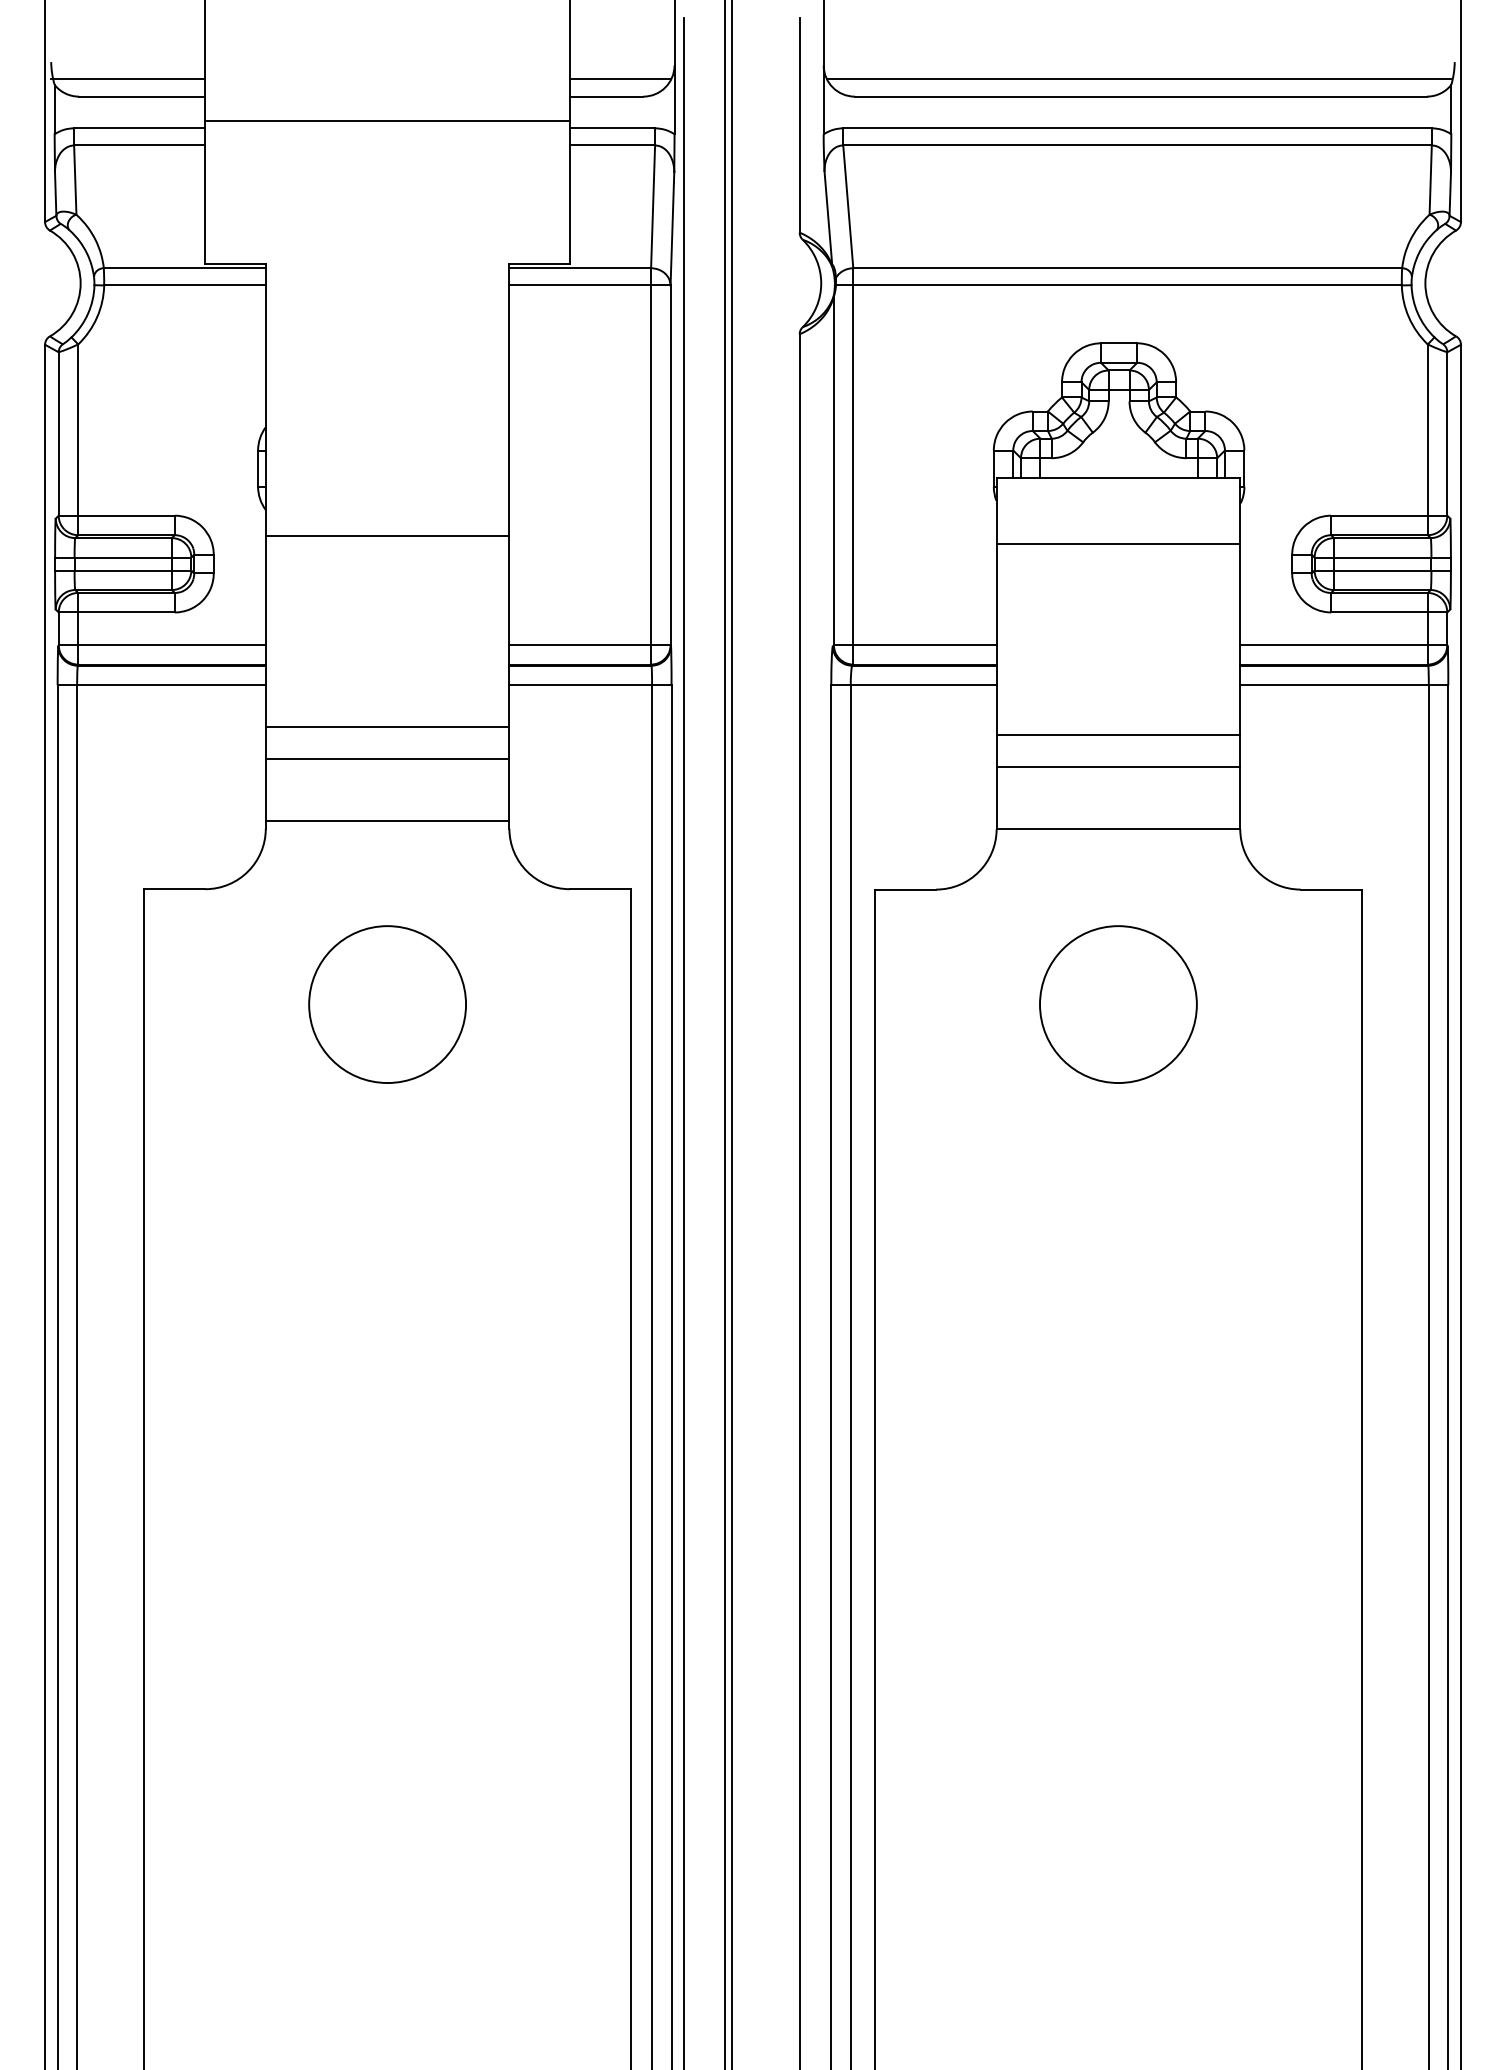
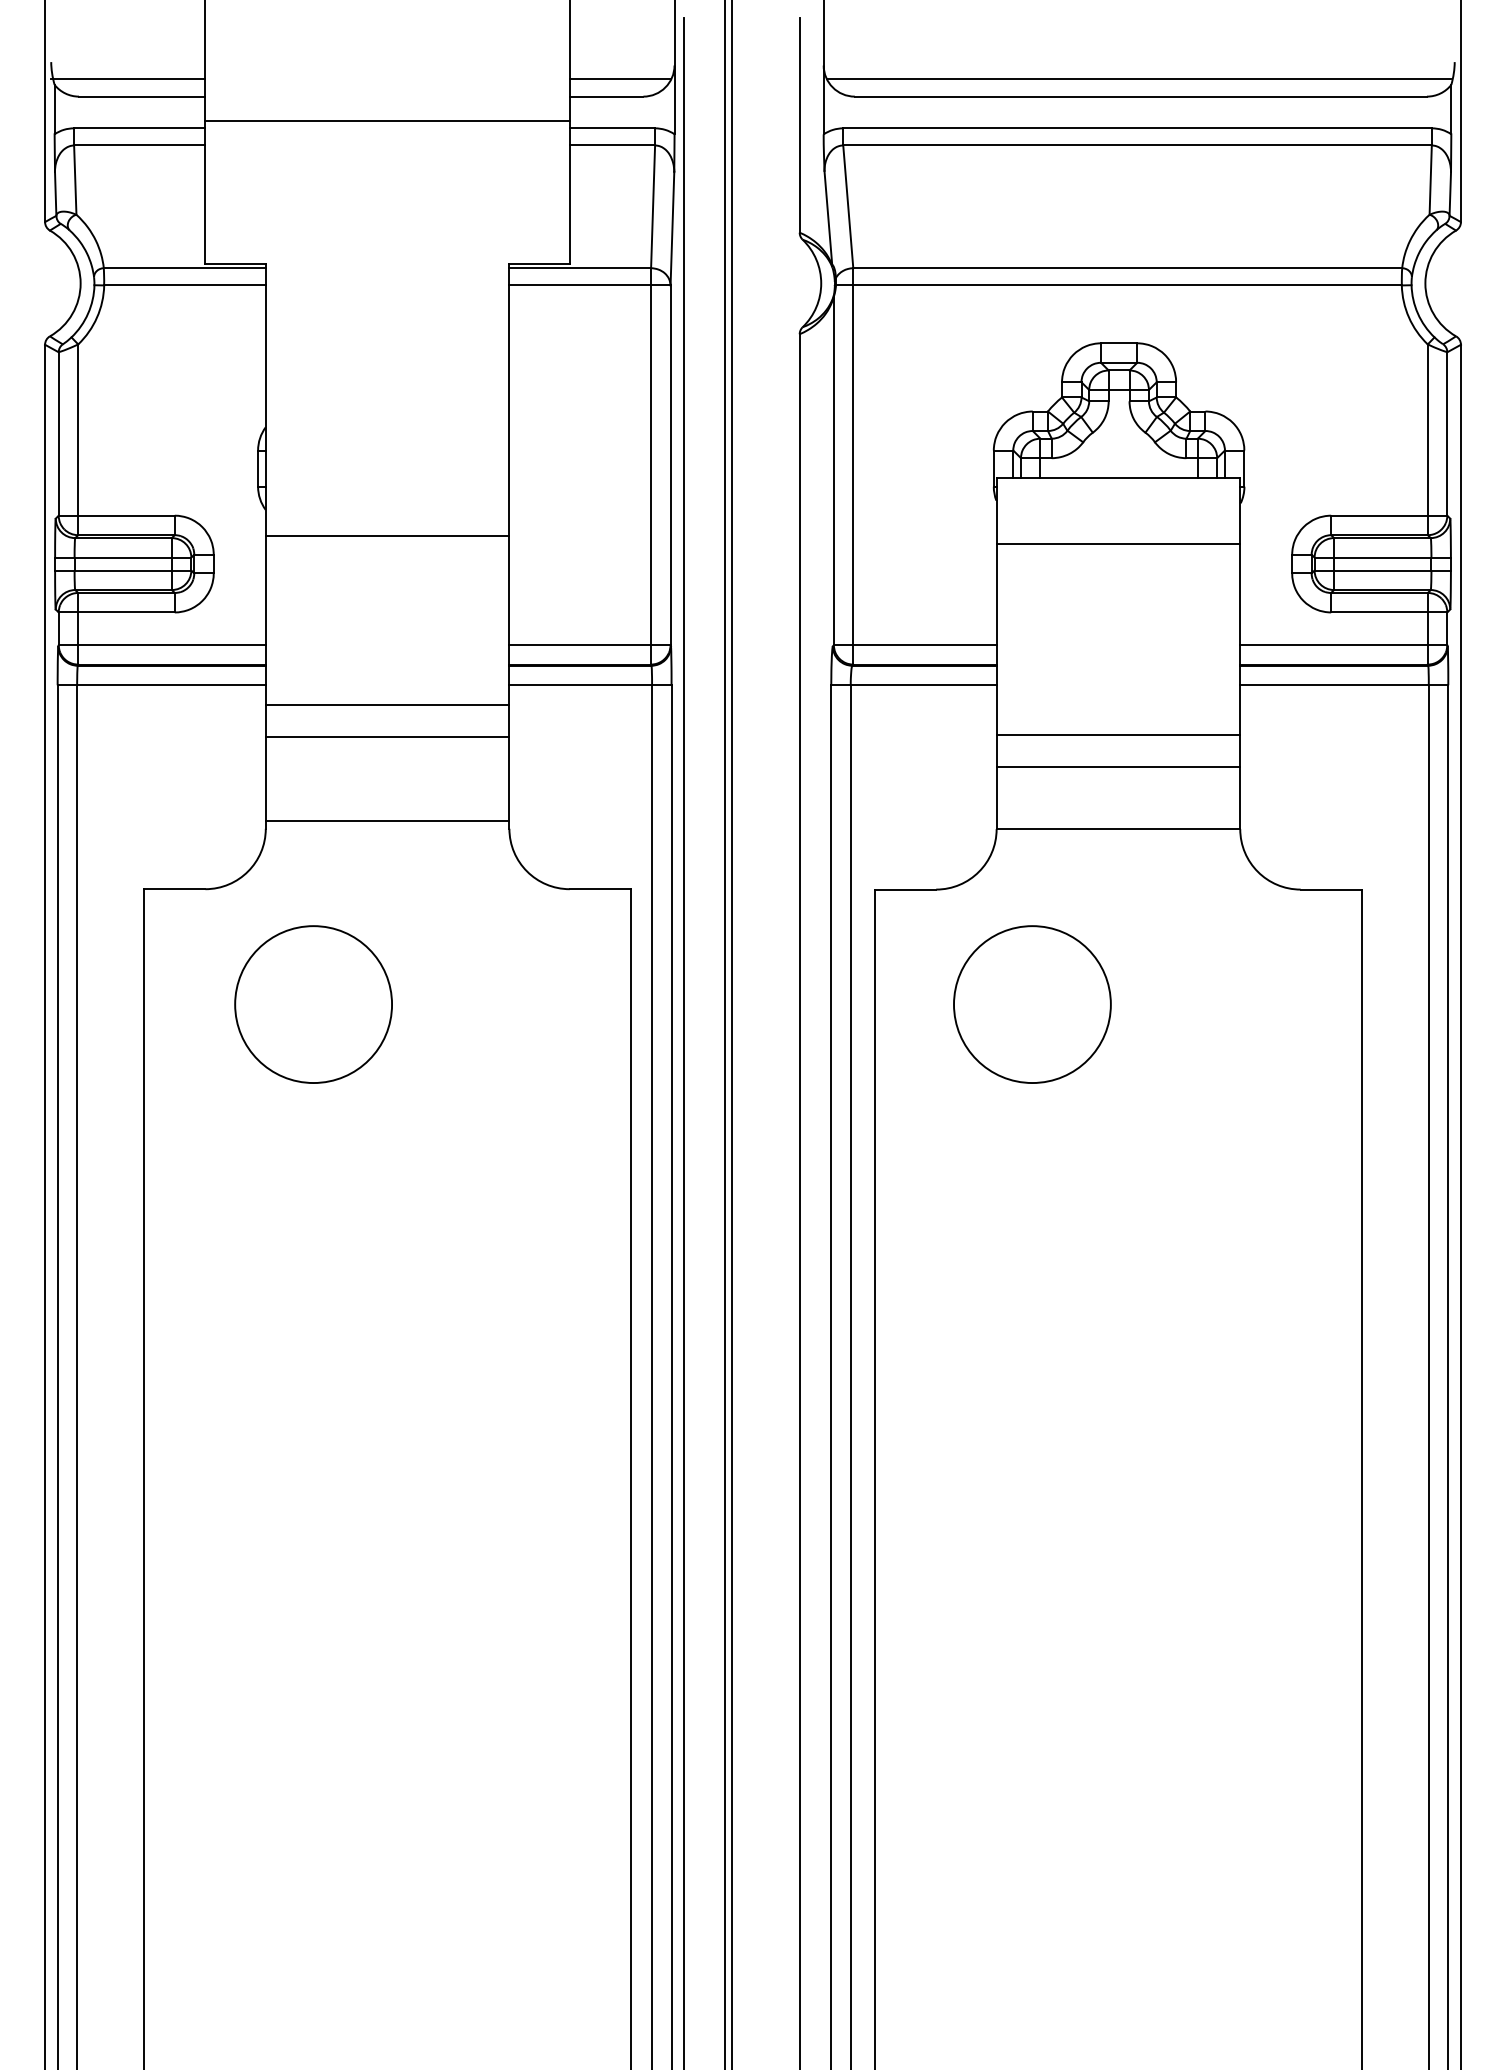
line at (387, 727) position: (387, 727) -> (387, 705)
line at (387, 759) position: (387, 759) -> (387, 737)
circle at (387, 1004) position: (387, 1004) -> (313, 1004)
circle at (1118, 1004) position: (1118, 1004) -> (1032, 1004)
